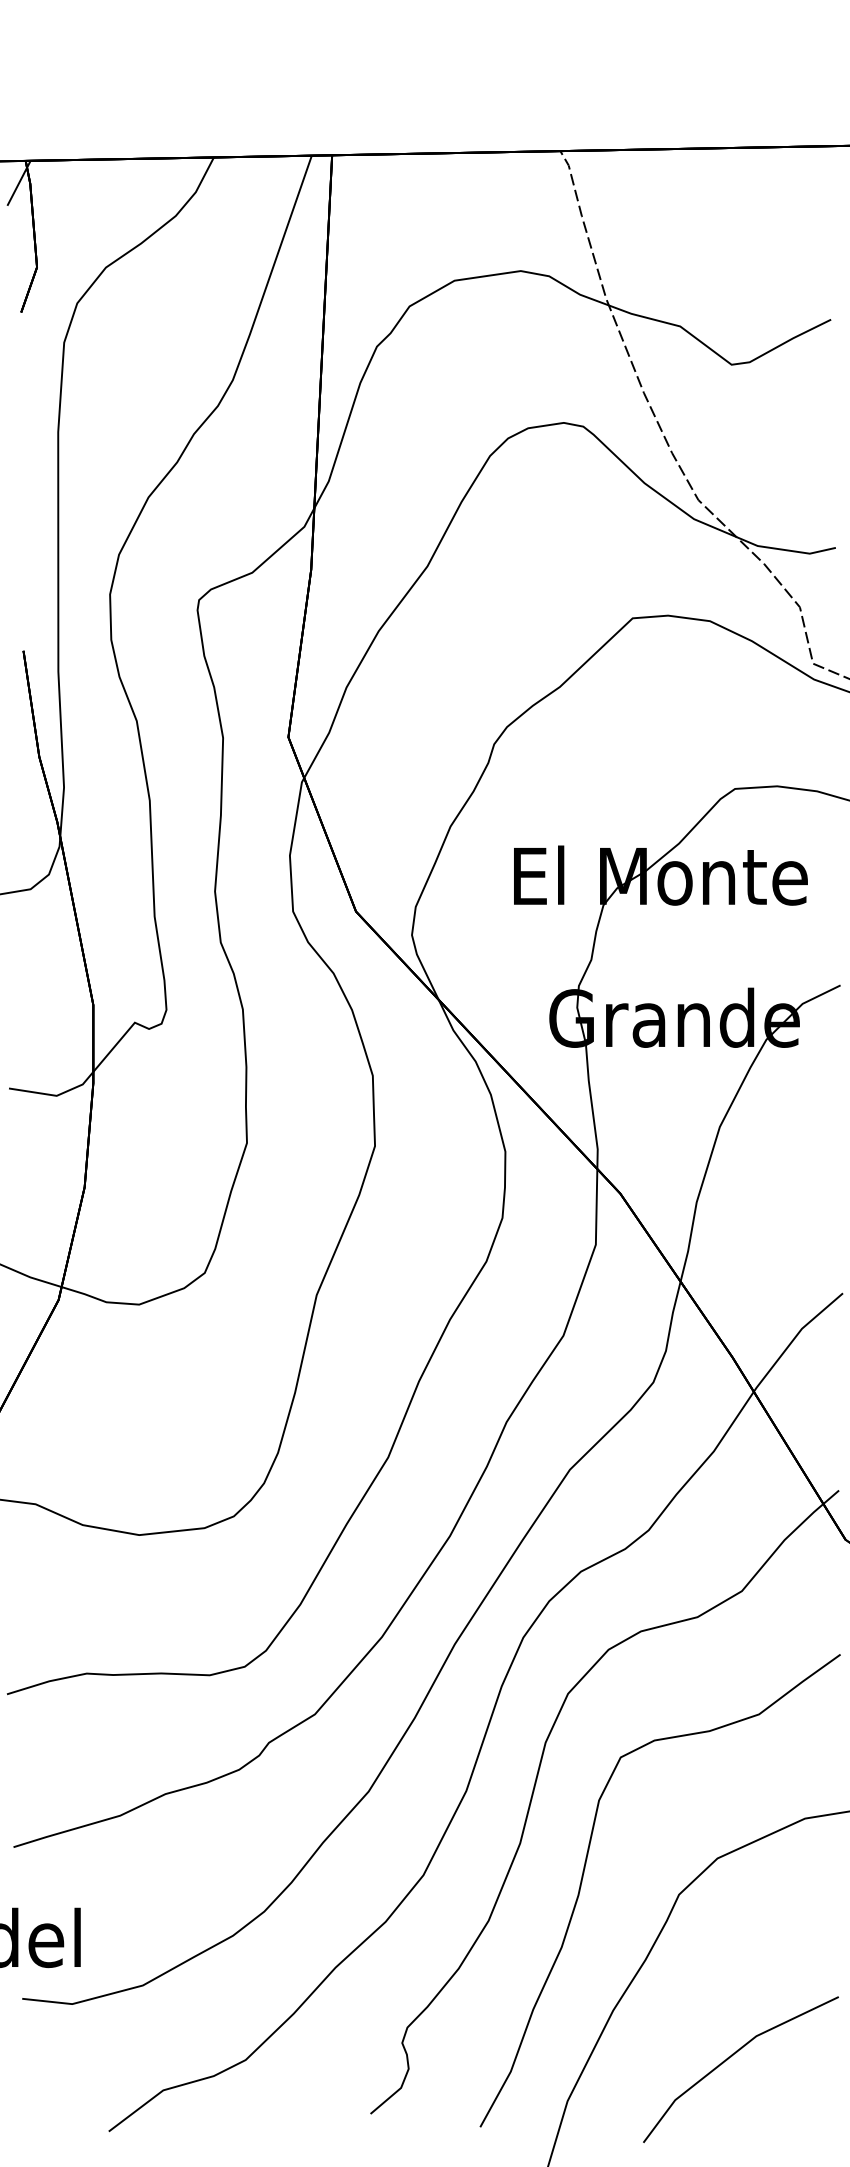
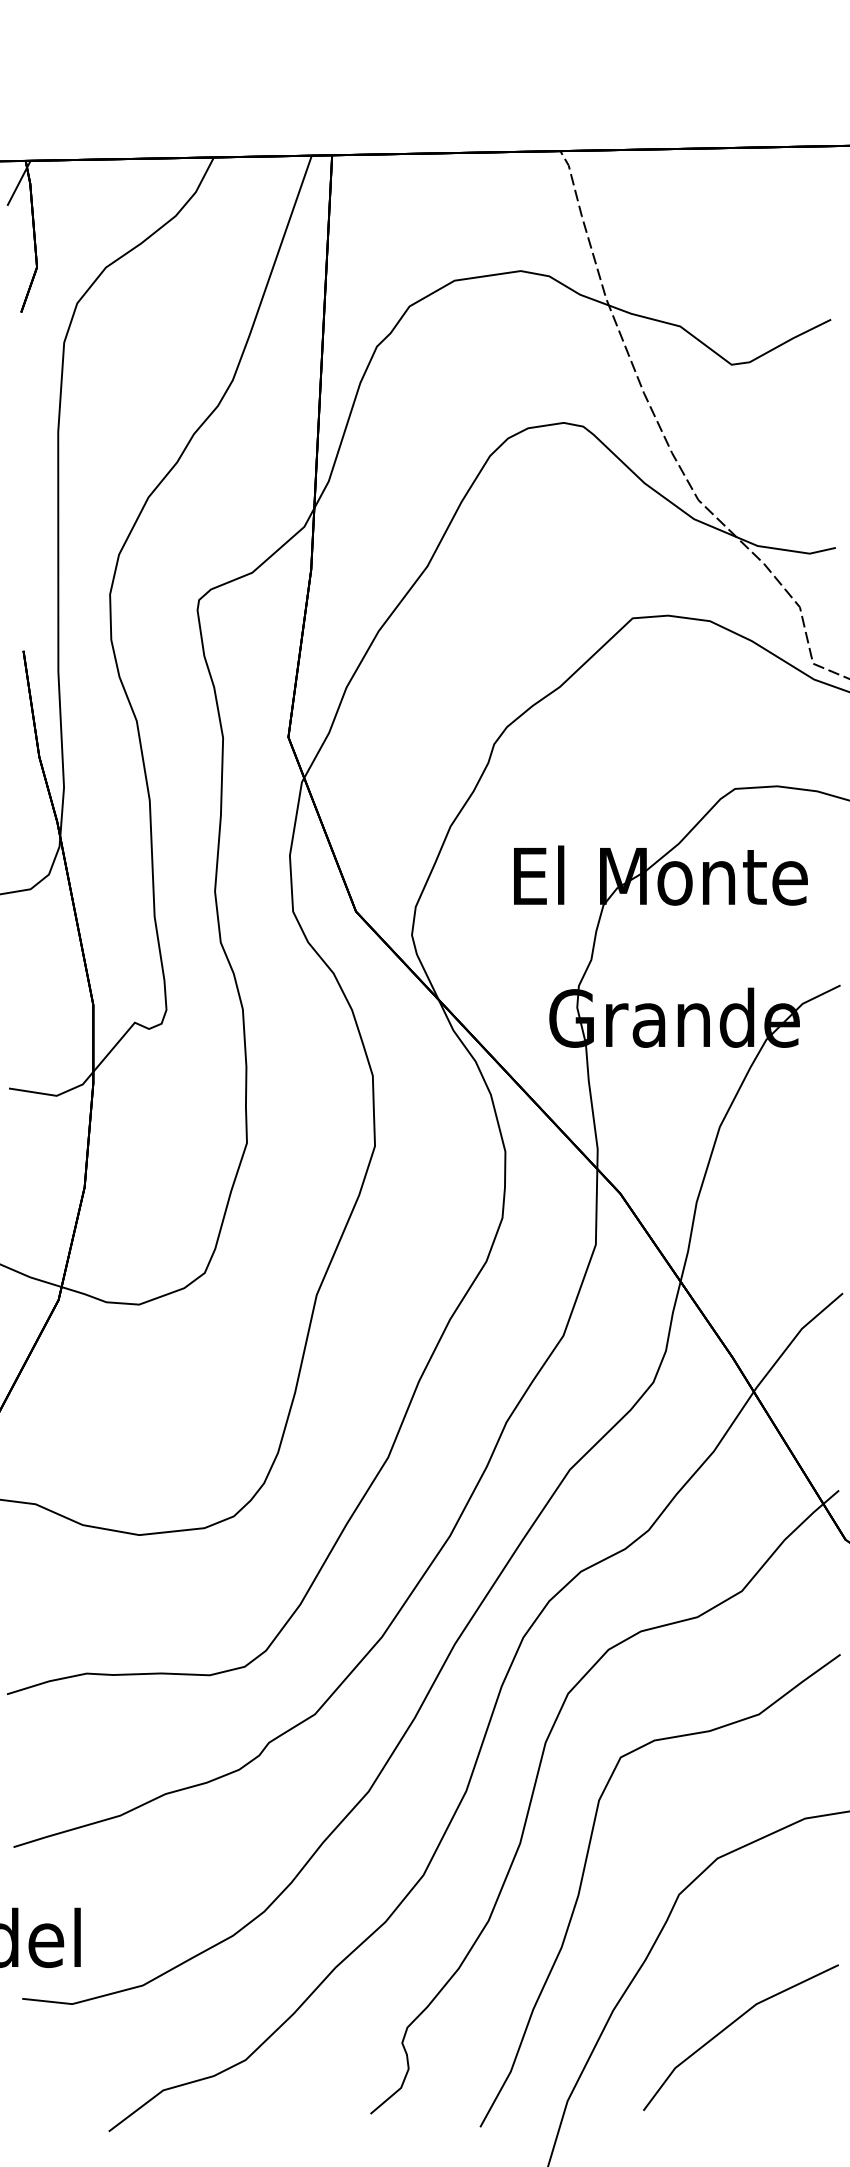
line at (731, 2057) position: (731, 2057) -> (731, 2025)
